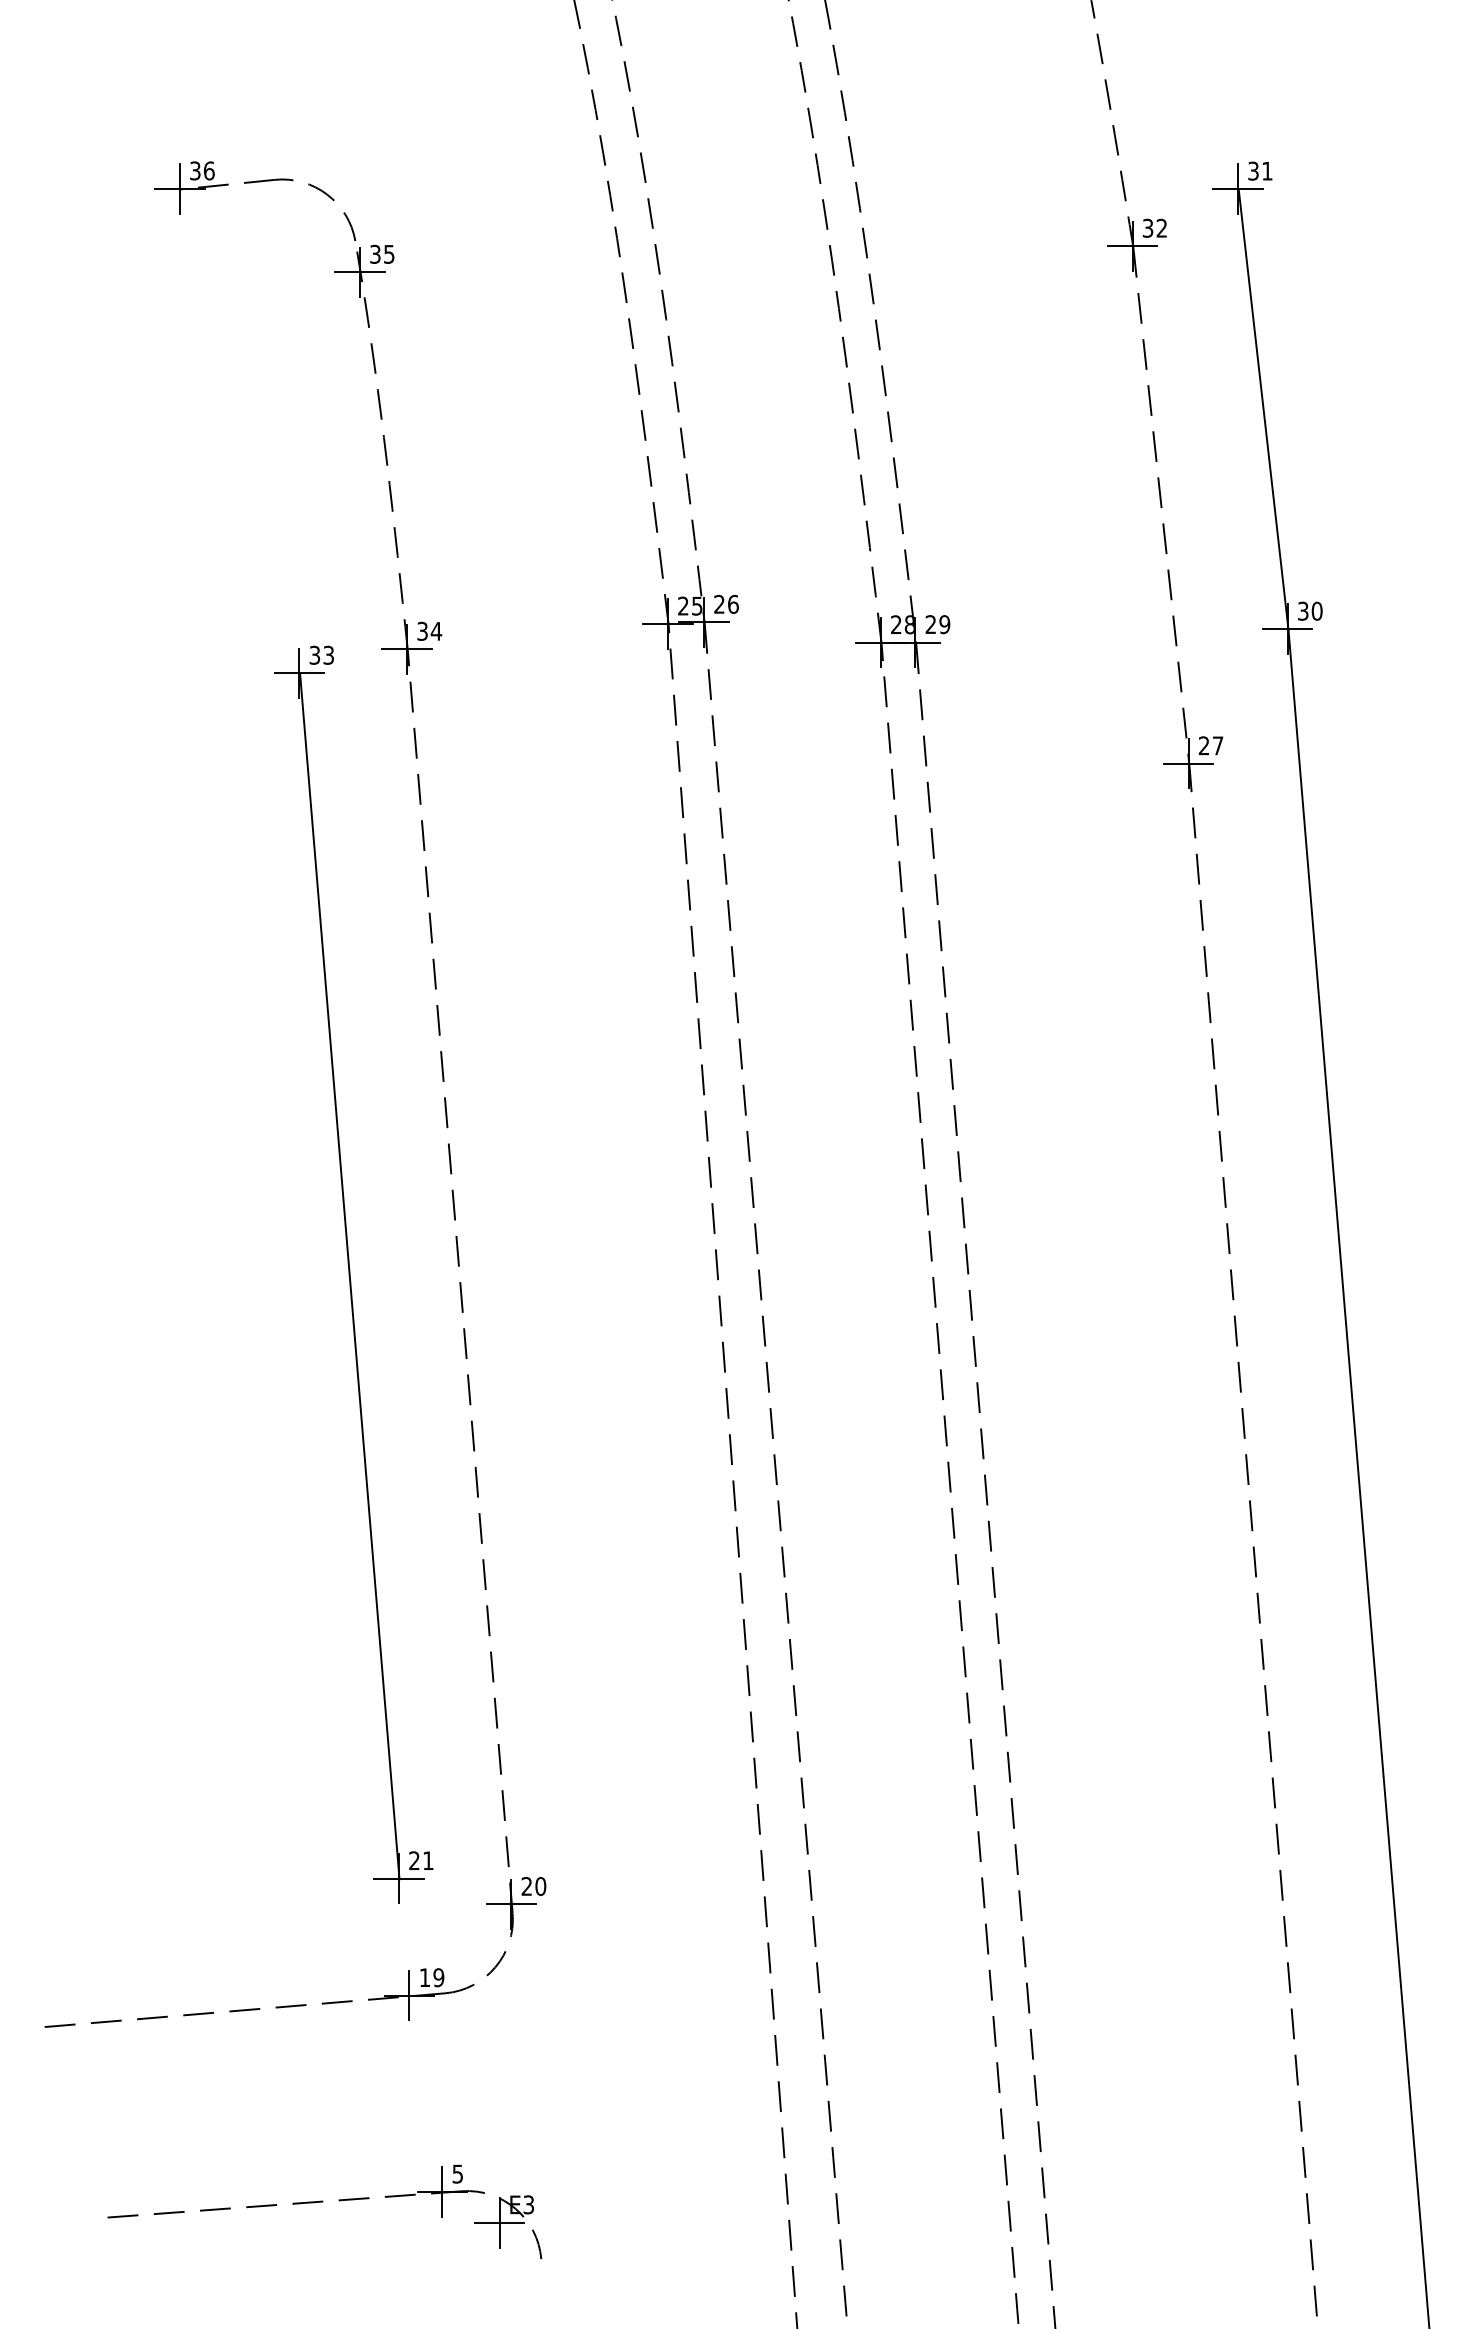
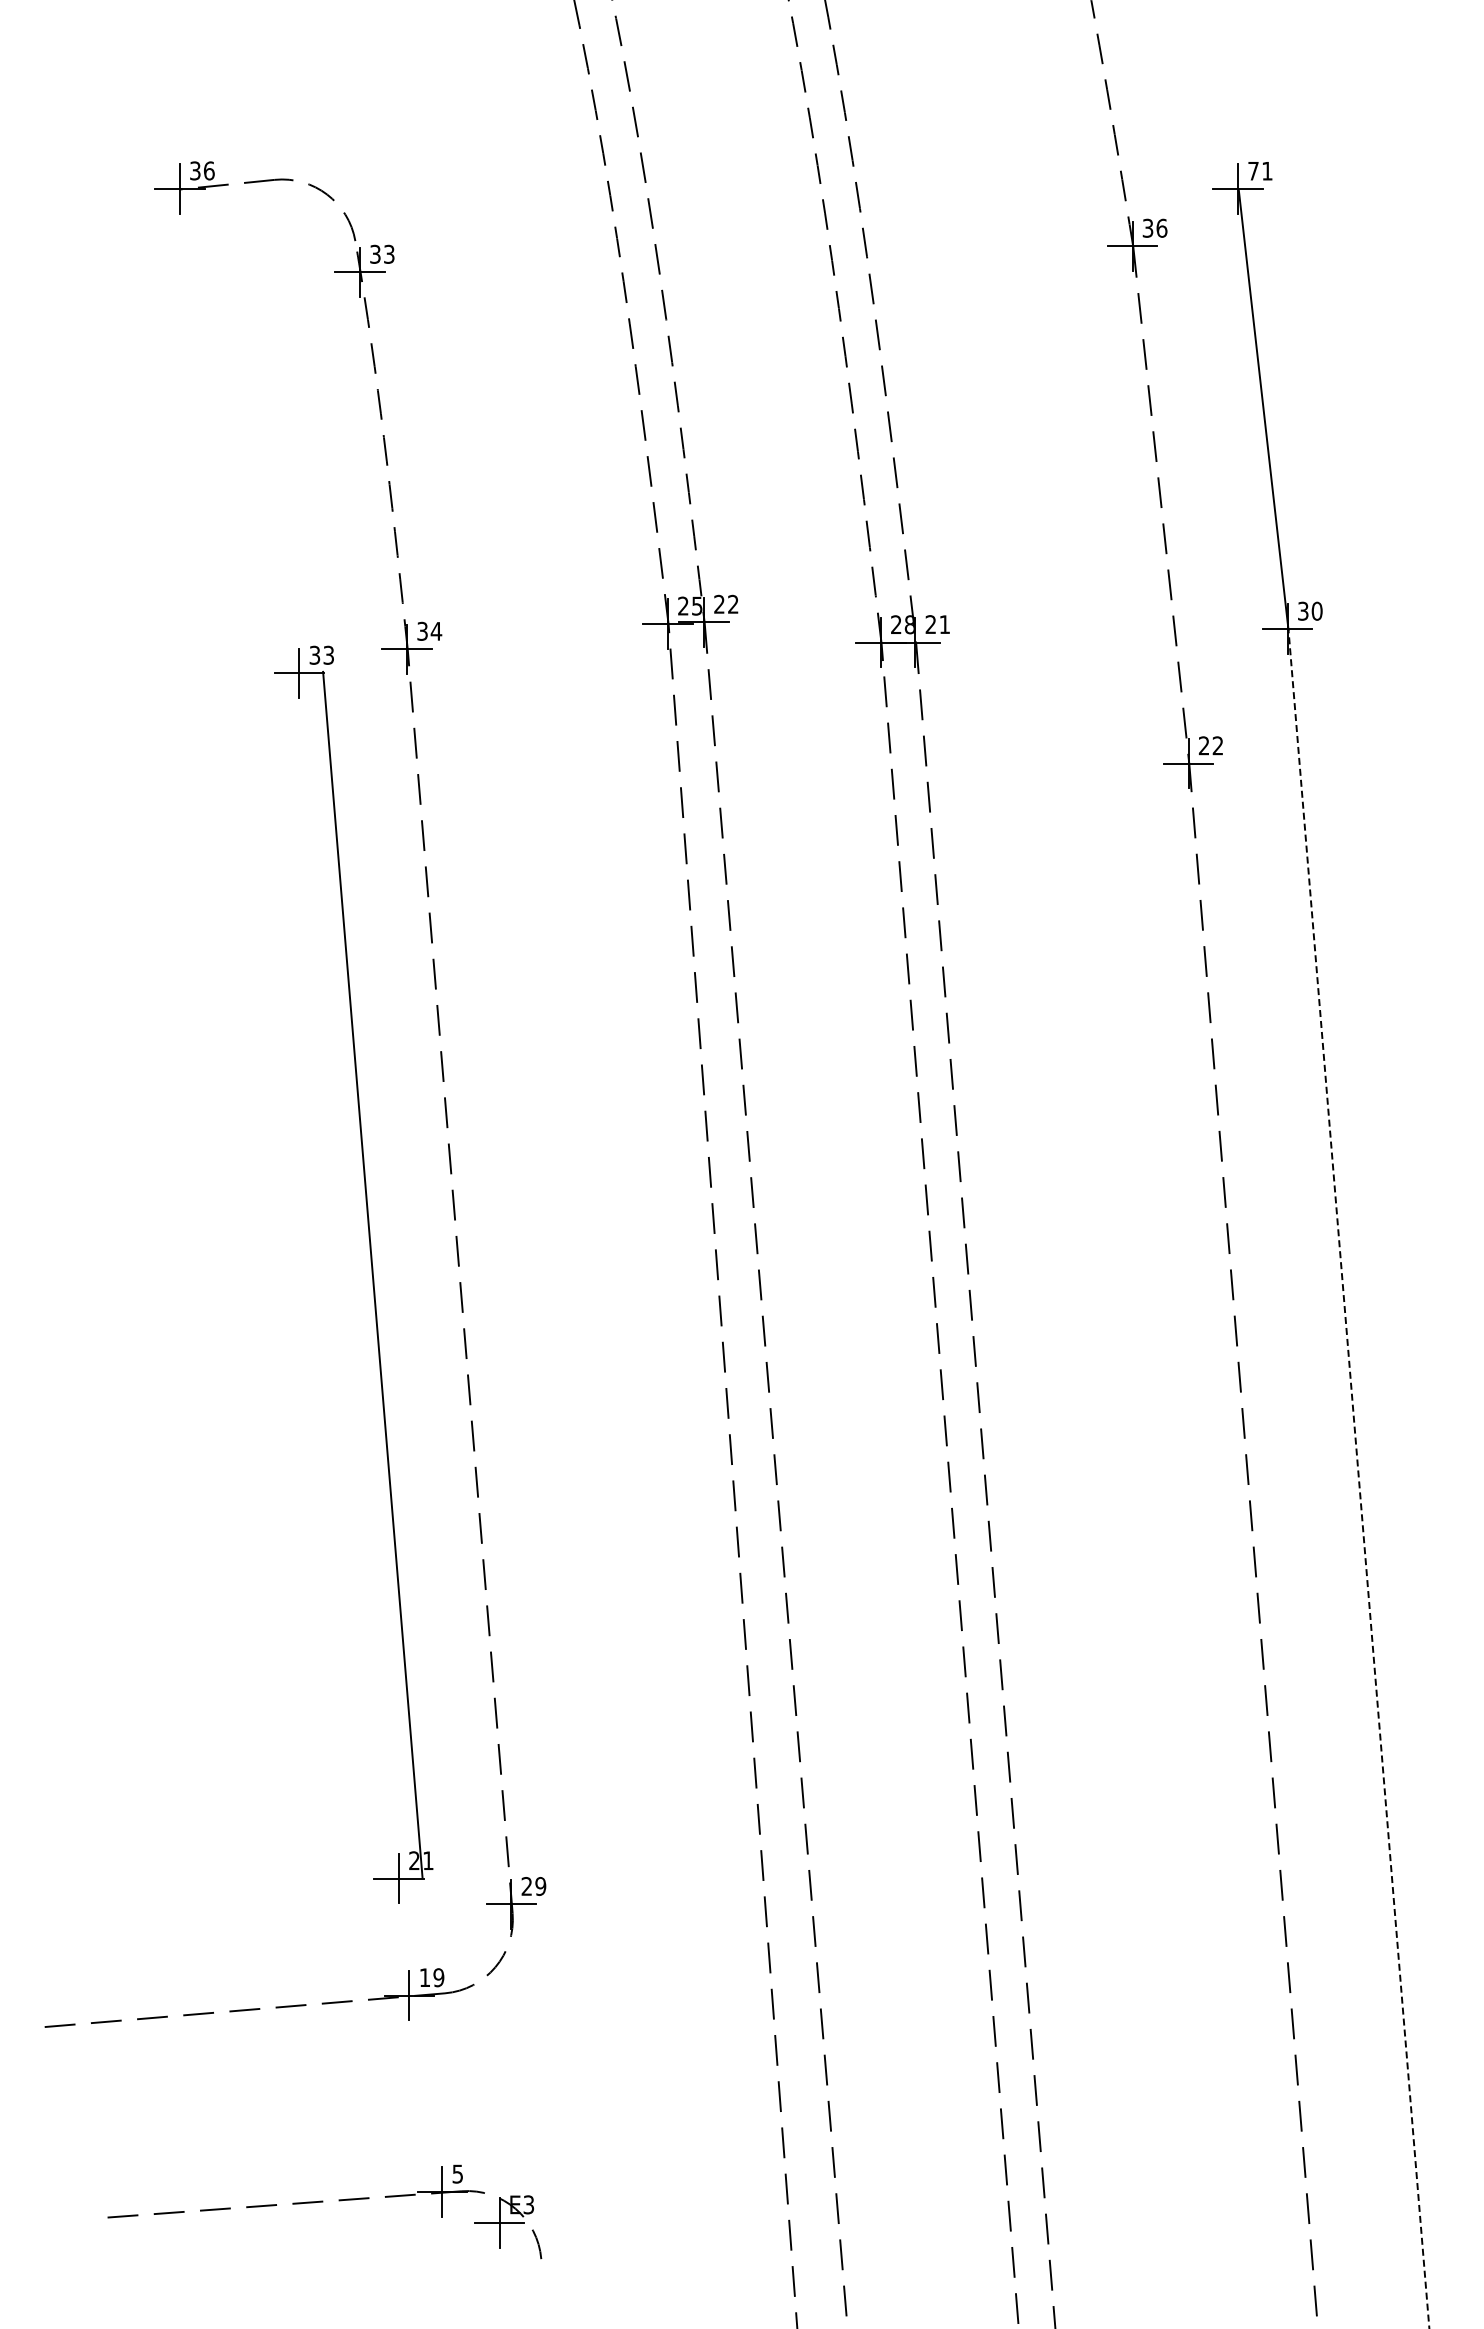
text at (1253, 170): 31 -> 71
text at (1161, 227): 32 -> 36
text at (389, 253): 35 -> 33
text at (733, 603): 26 -> 22
text at (944, 624): 29 -> 21
text at (1217, 745): 27 -> 22
line at (349, 1276) position: (349, 1276) -> (372, 1274)
line at (1358, 1478): solid -> dashed
text at (540, 1886): 20 -> 29
